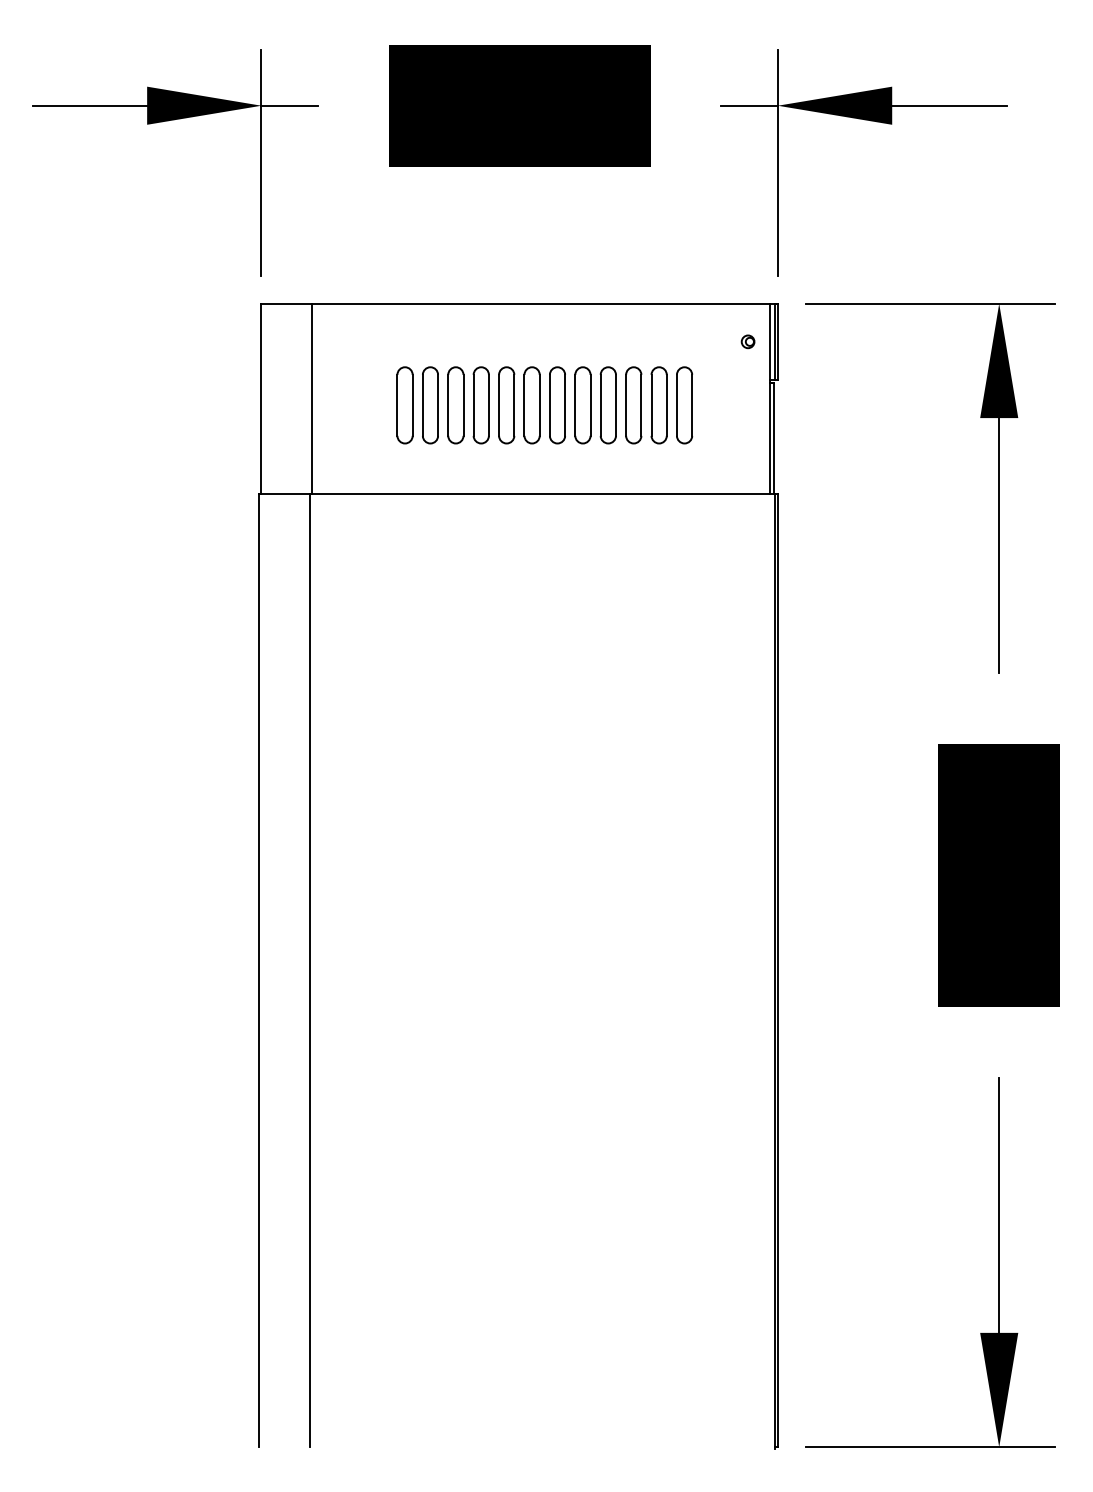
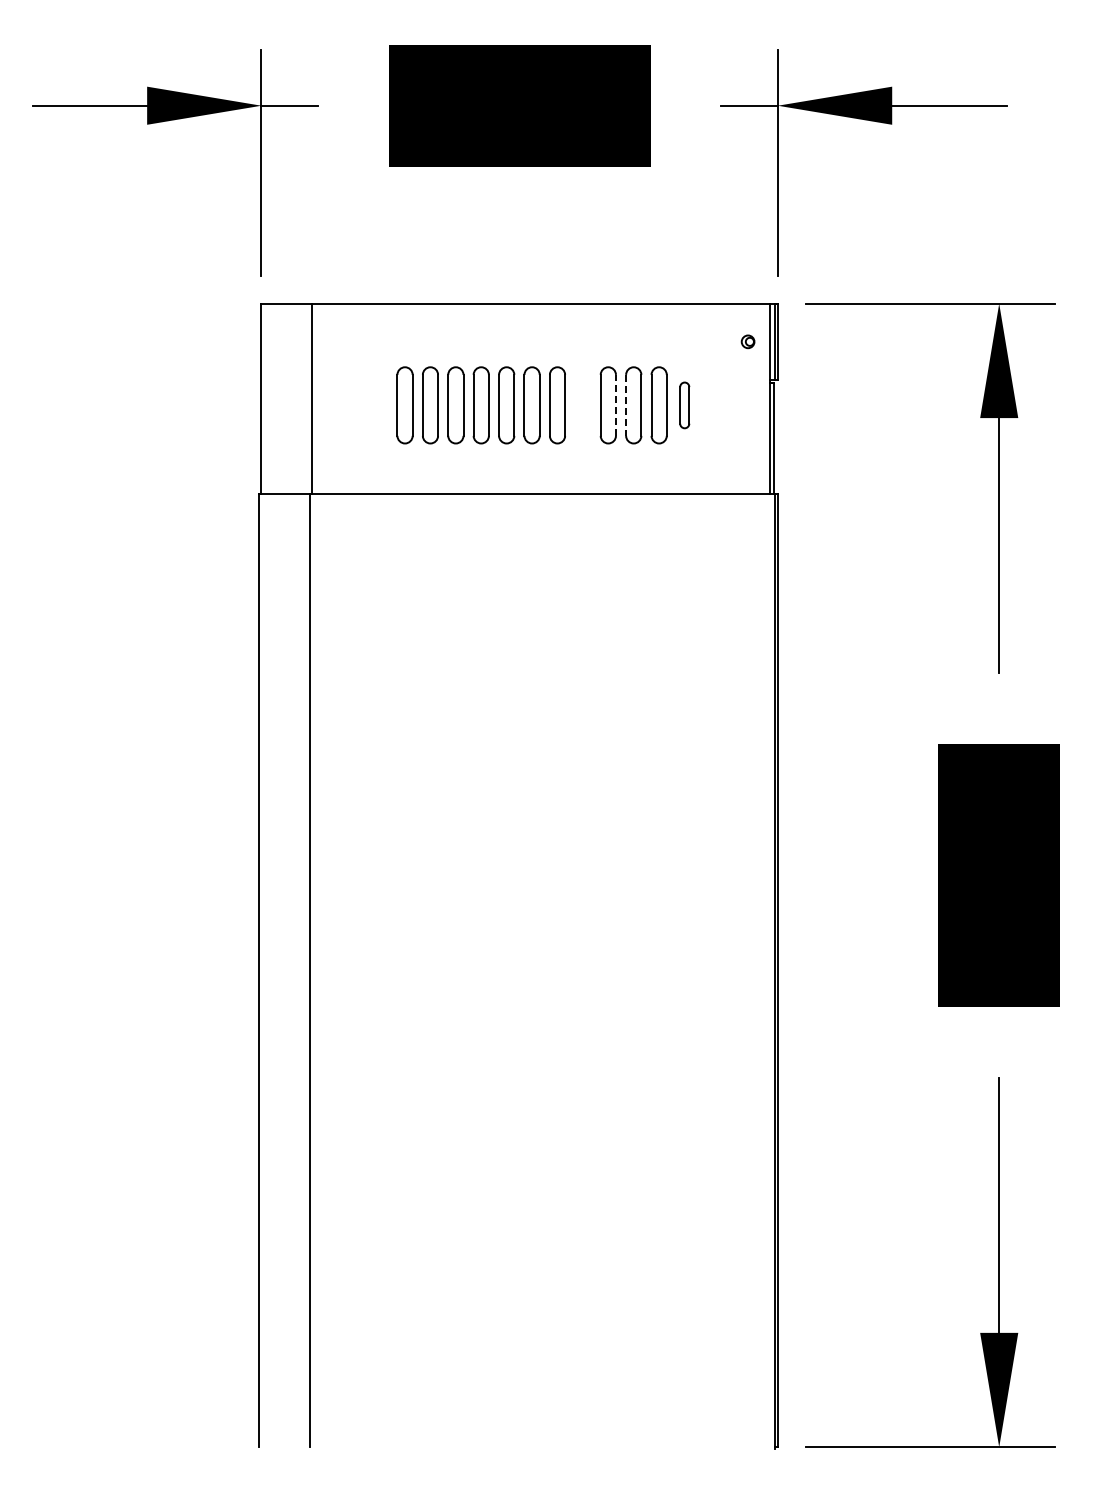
line at (615, 404): solid -> dashed
part at (582, 405): present -> none
line at (626, 405): solid -> dashed
part at (684, 405) size: 18x79 px -> 12x49 px
